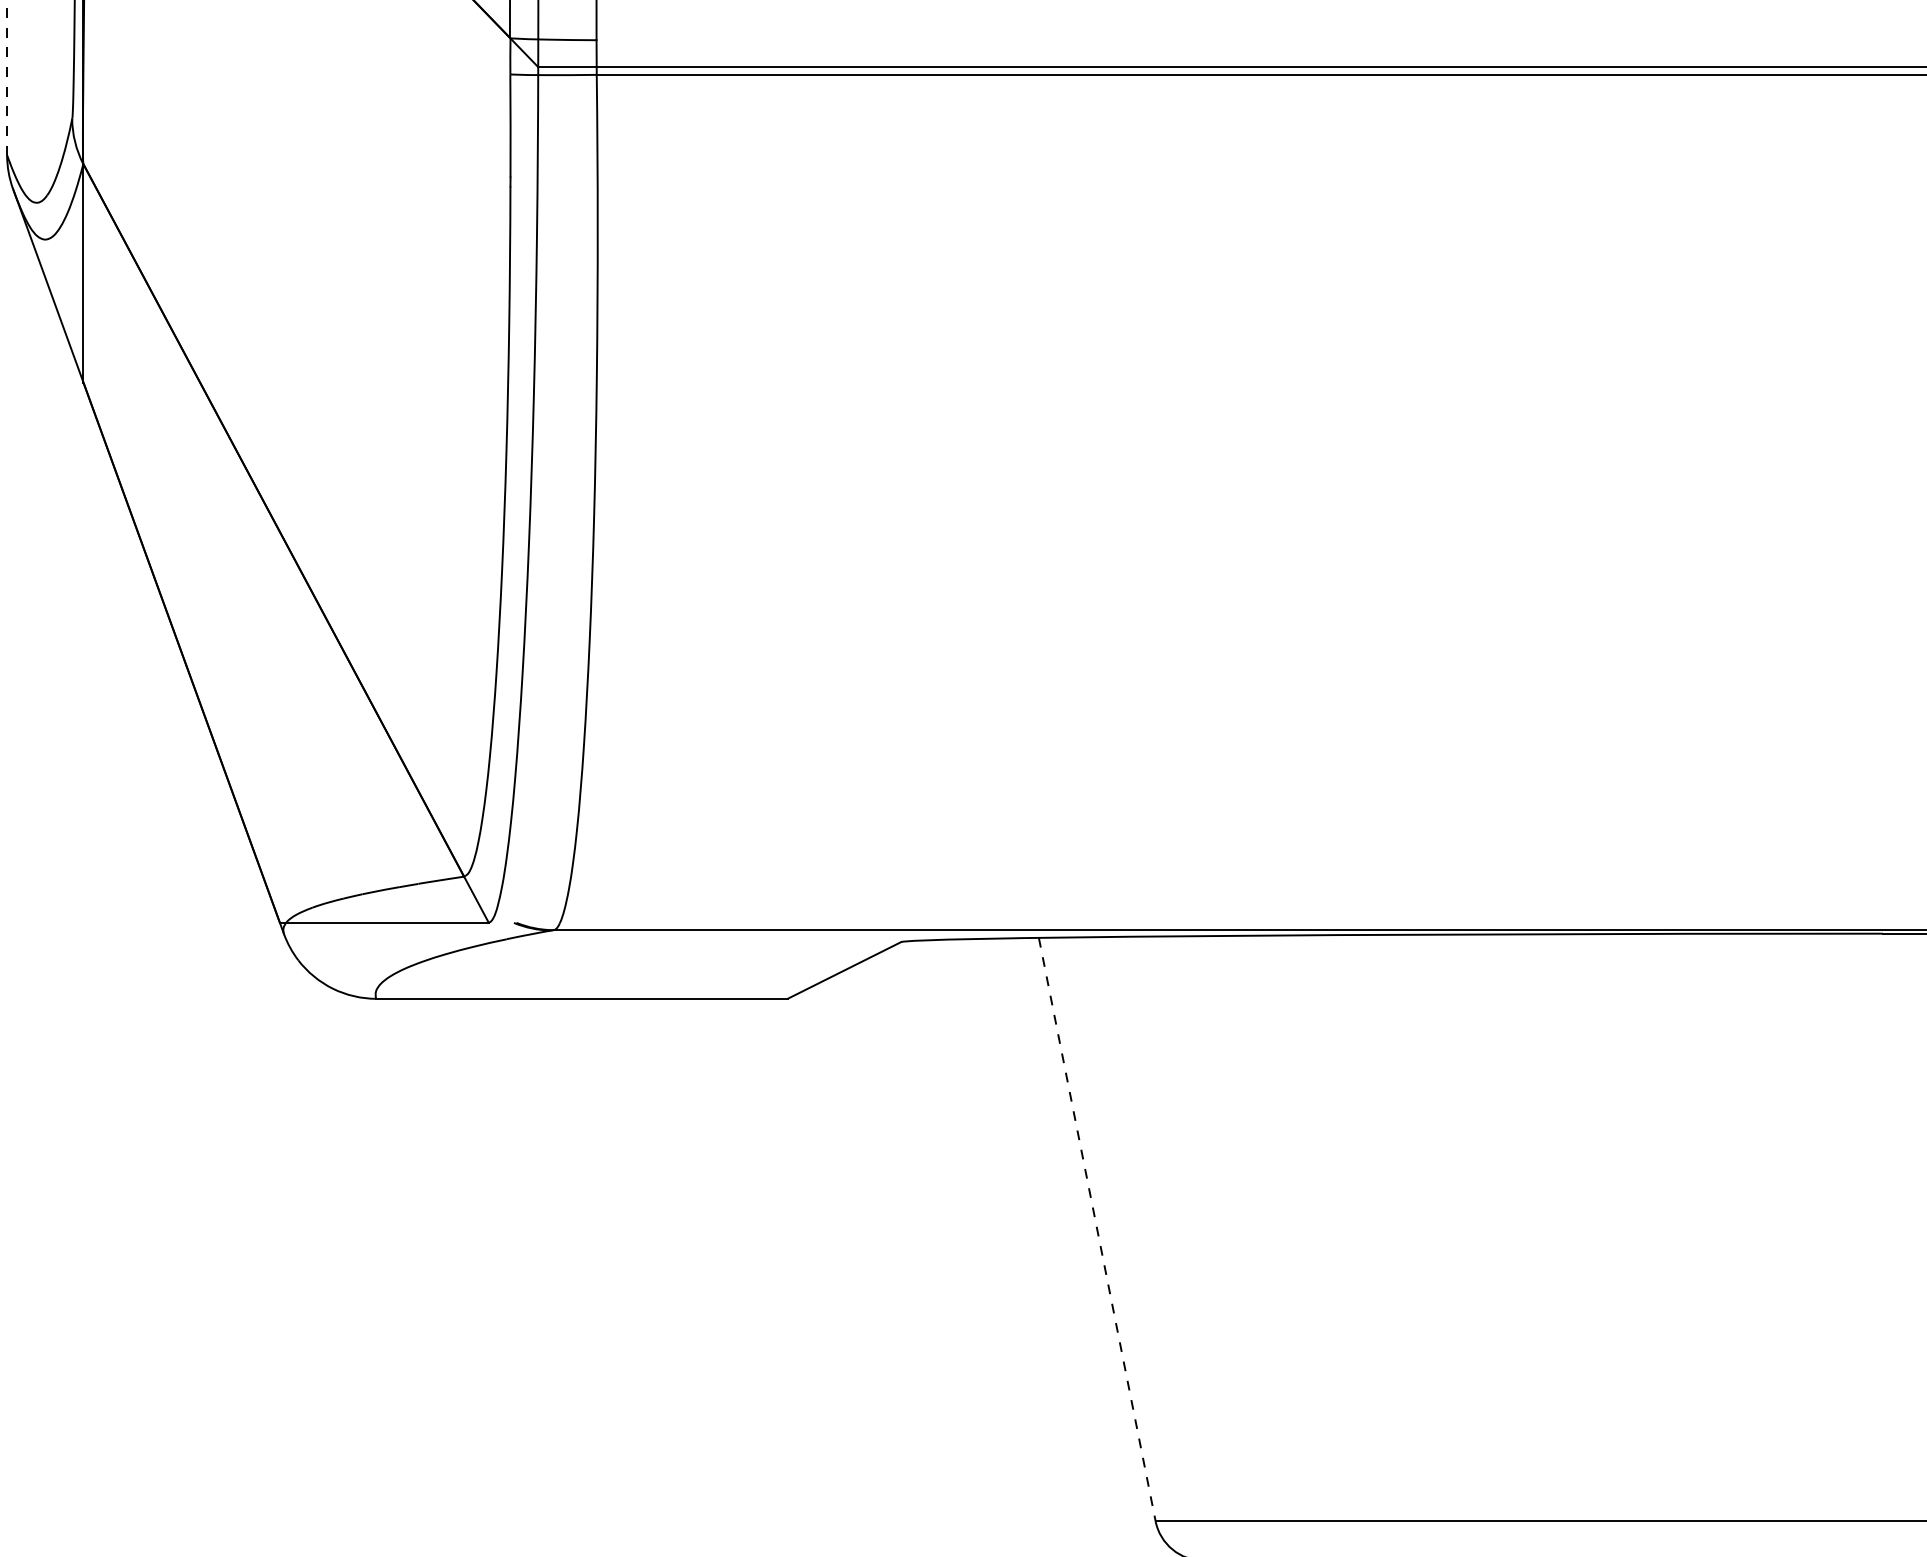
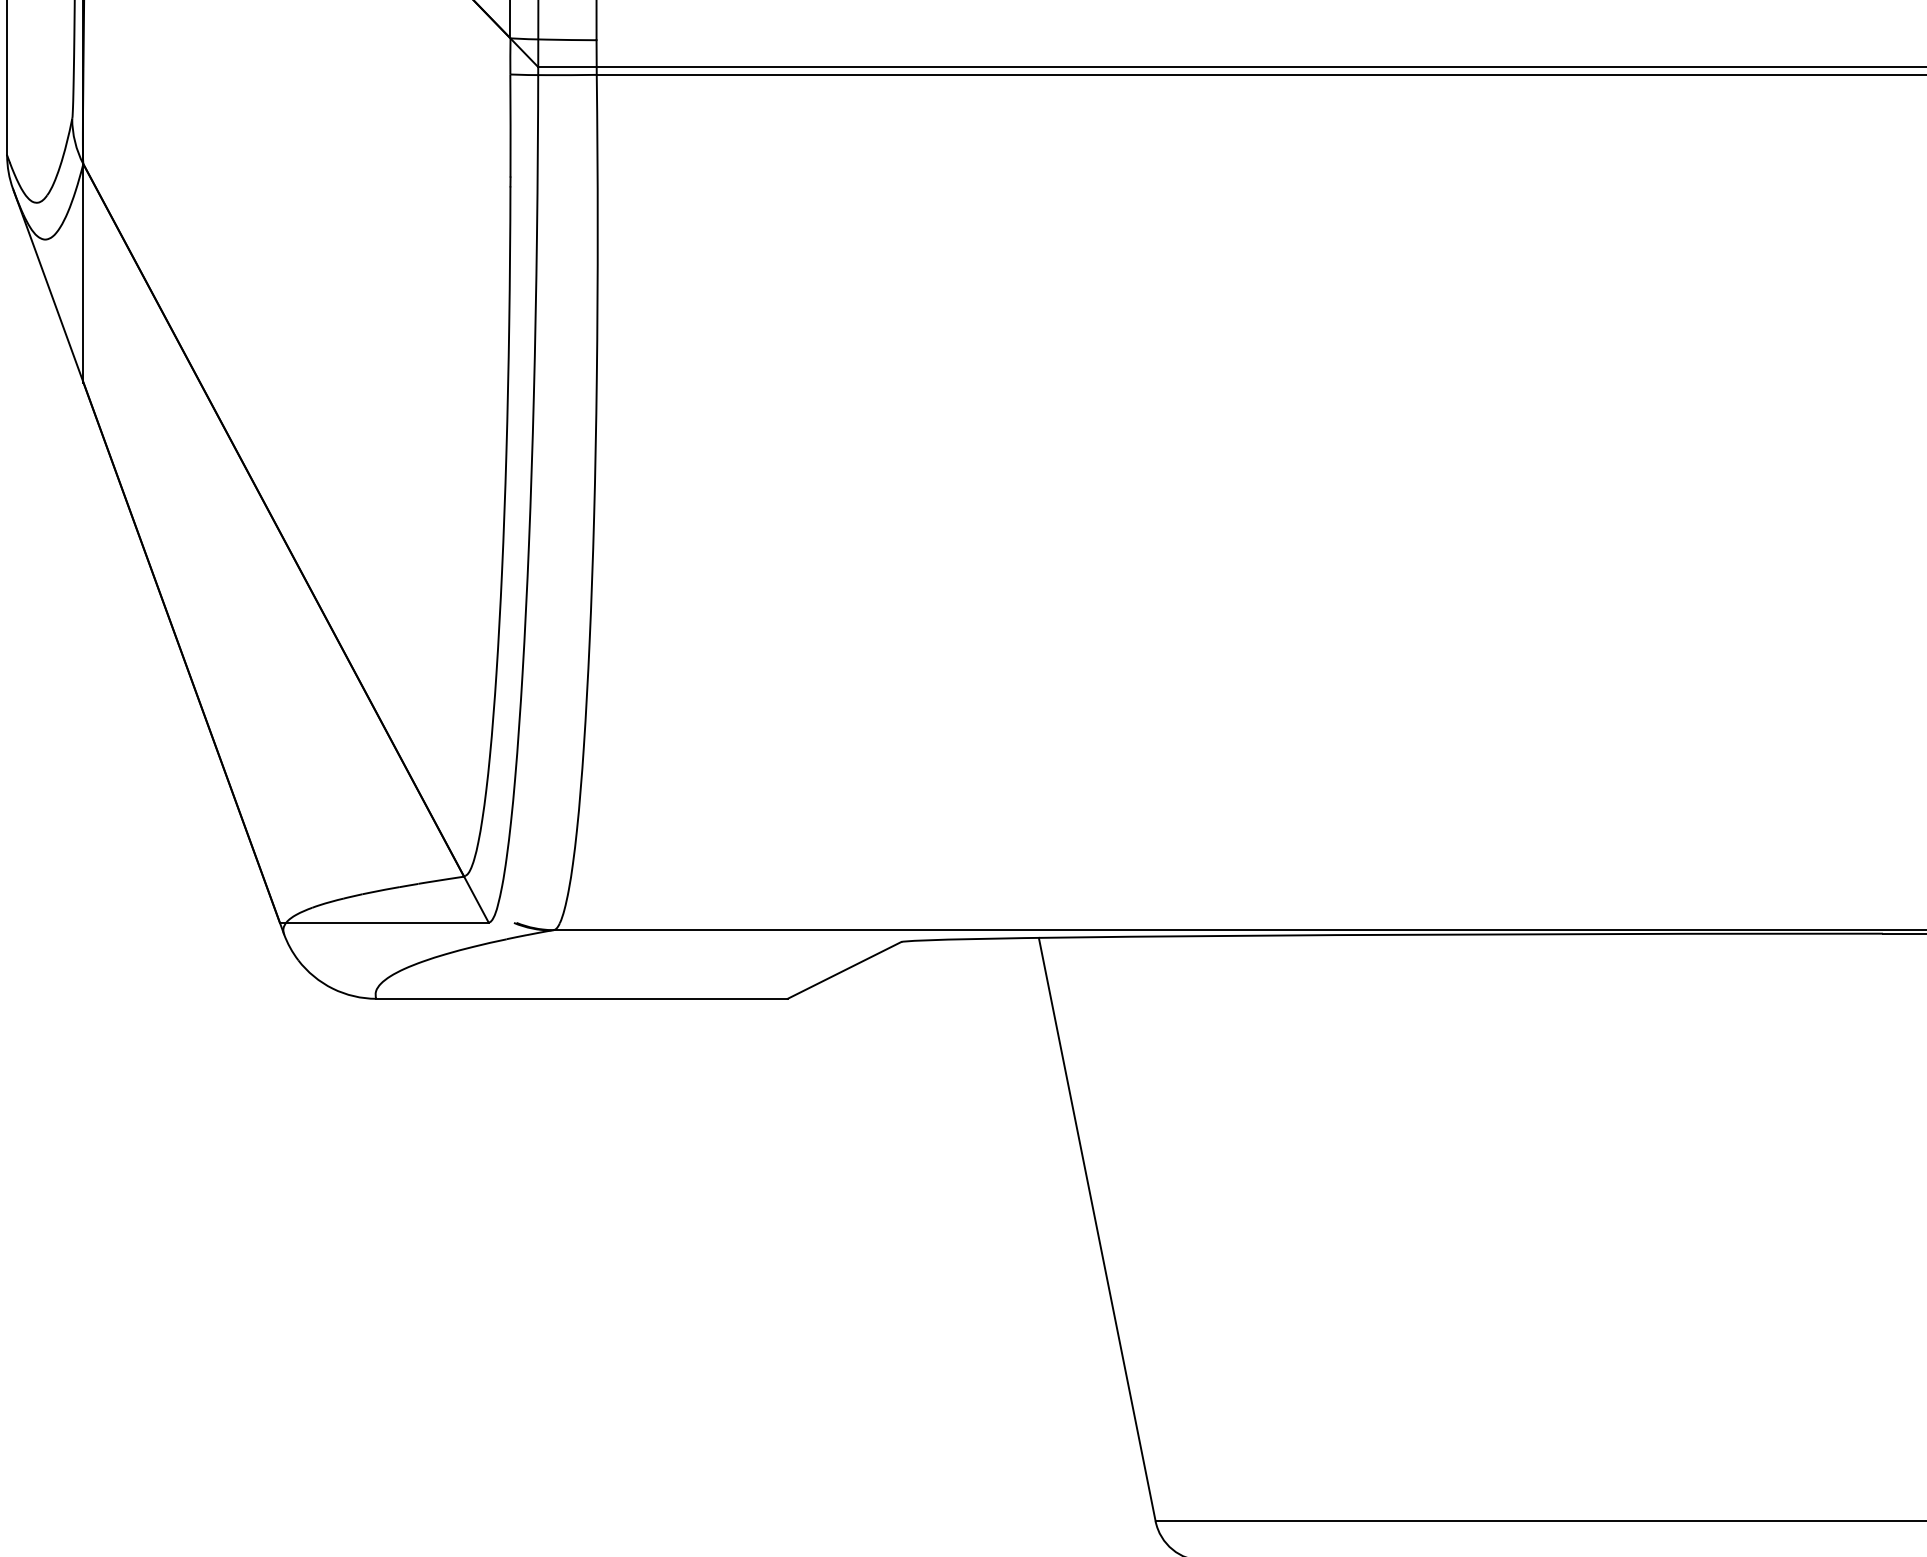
line at (7, 77): dashed -> solid
line at (1097, 1230): dashed -> solid
